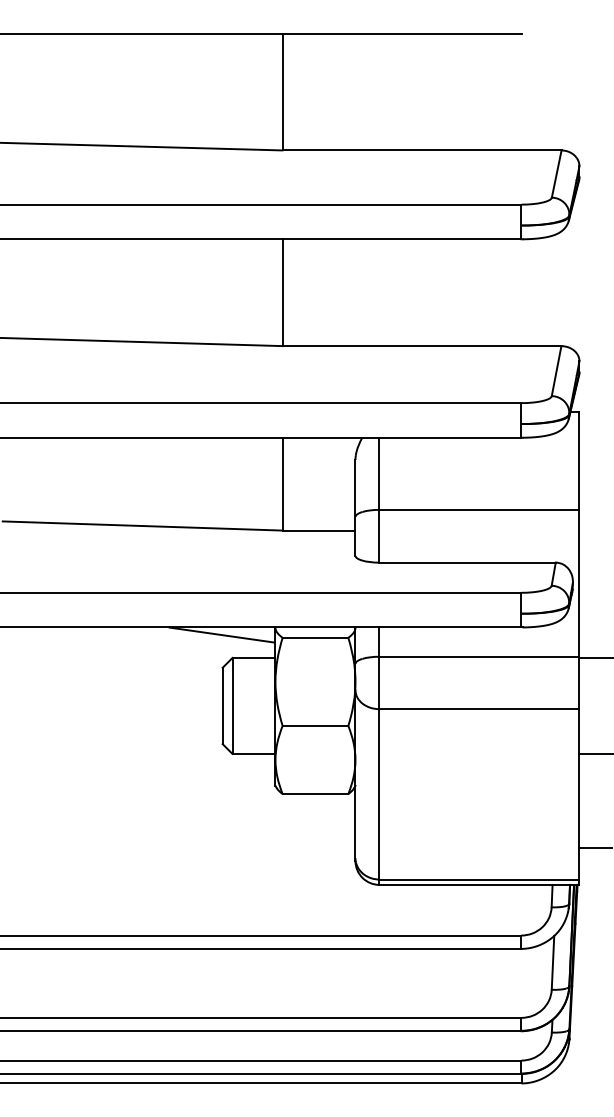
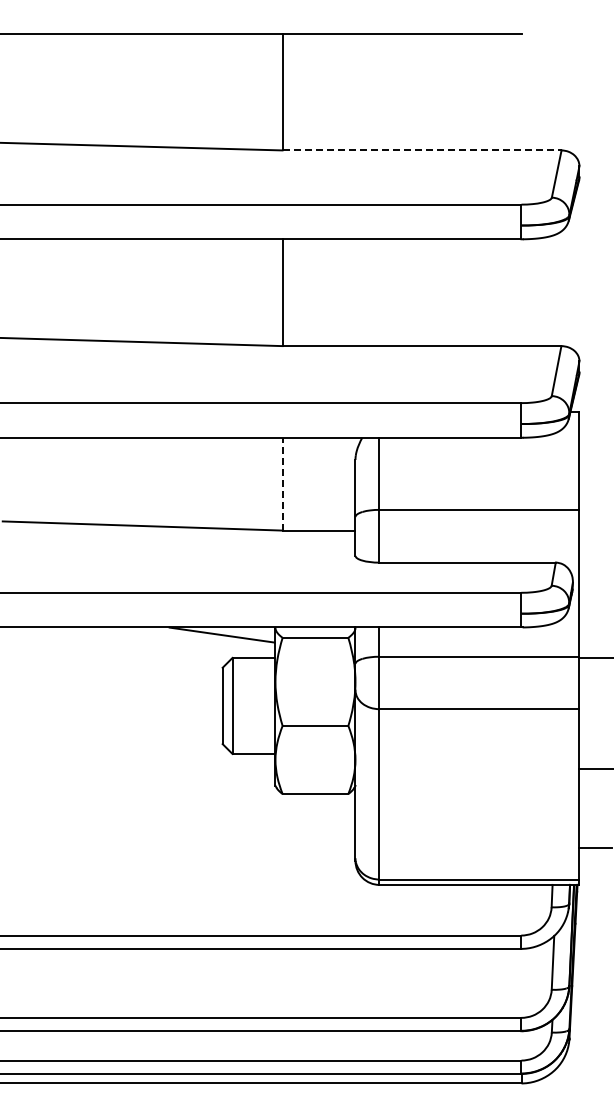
line at (423, 150): solid -> dashed
line at (283, 483): solid -> dashed
line at (594, 753) position: (594, 753) -> (594, 768)
